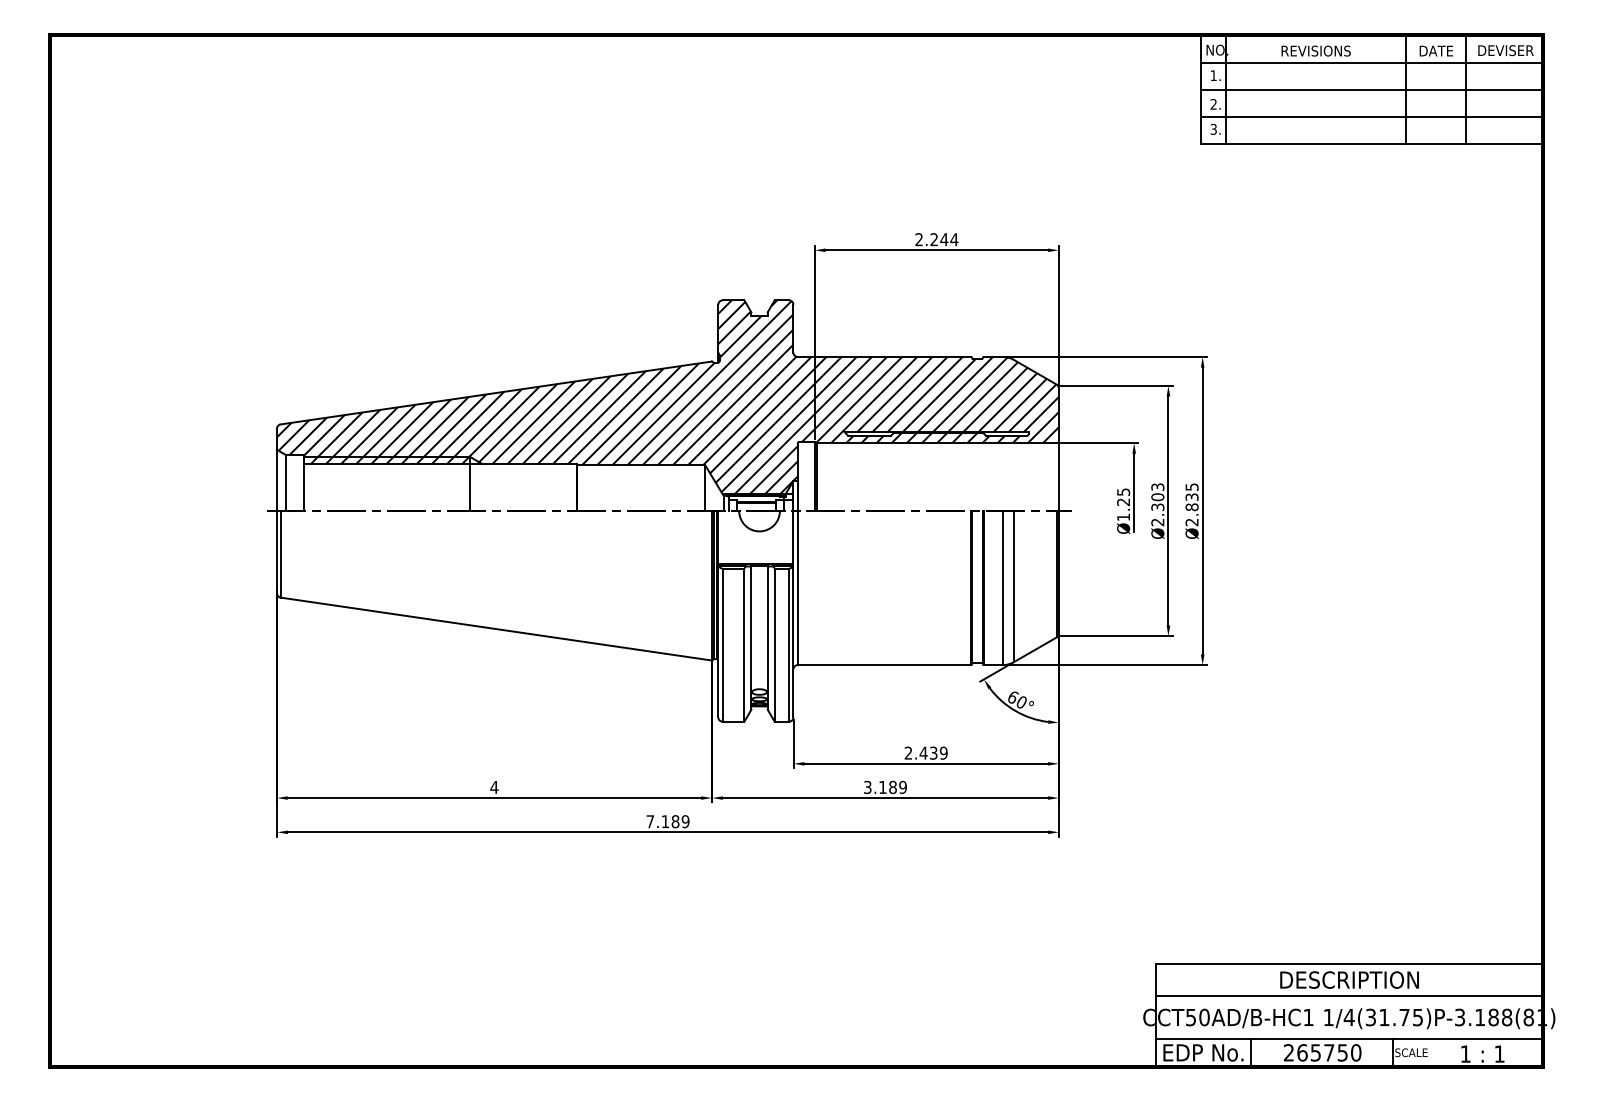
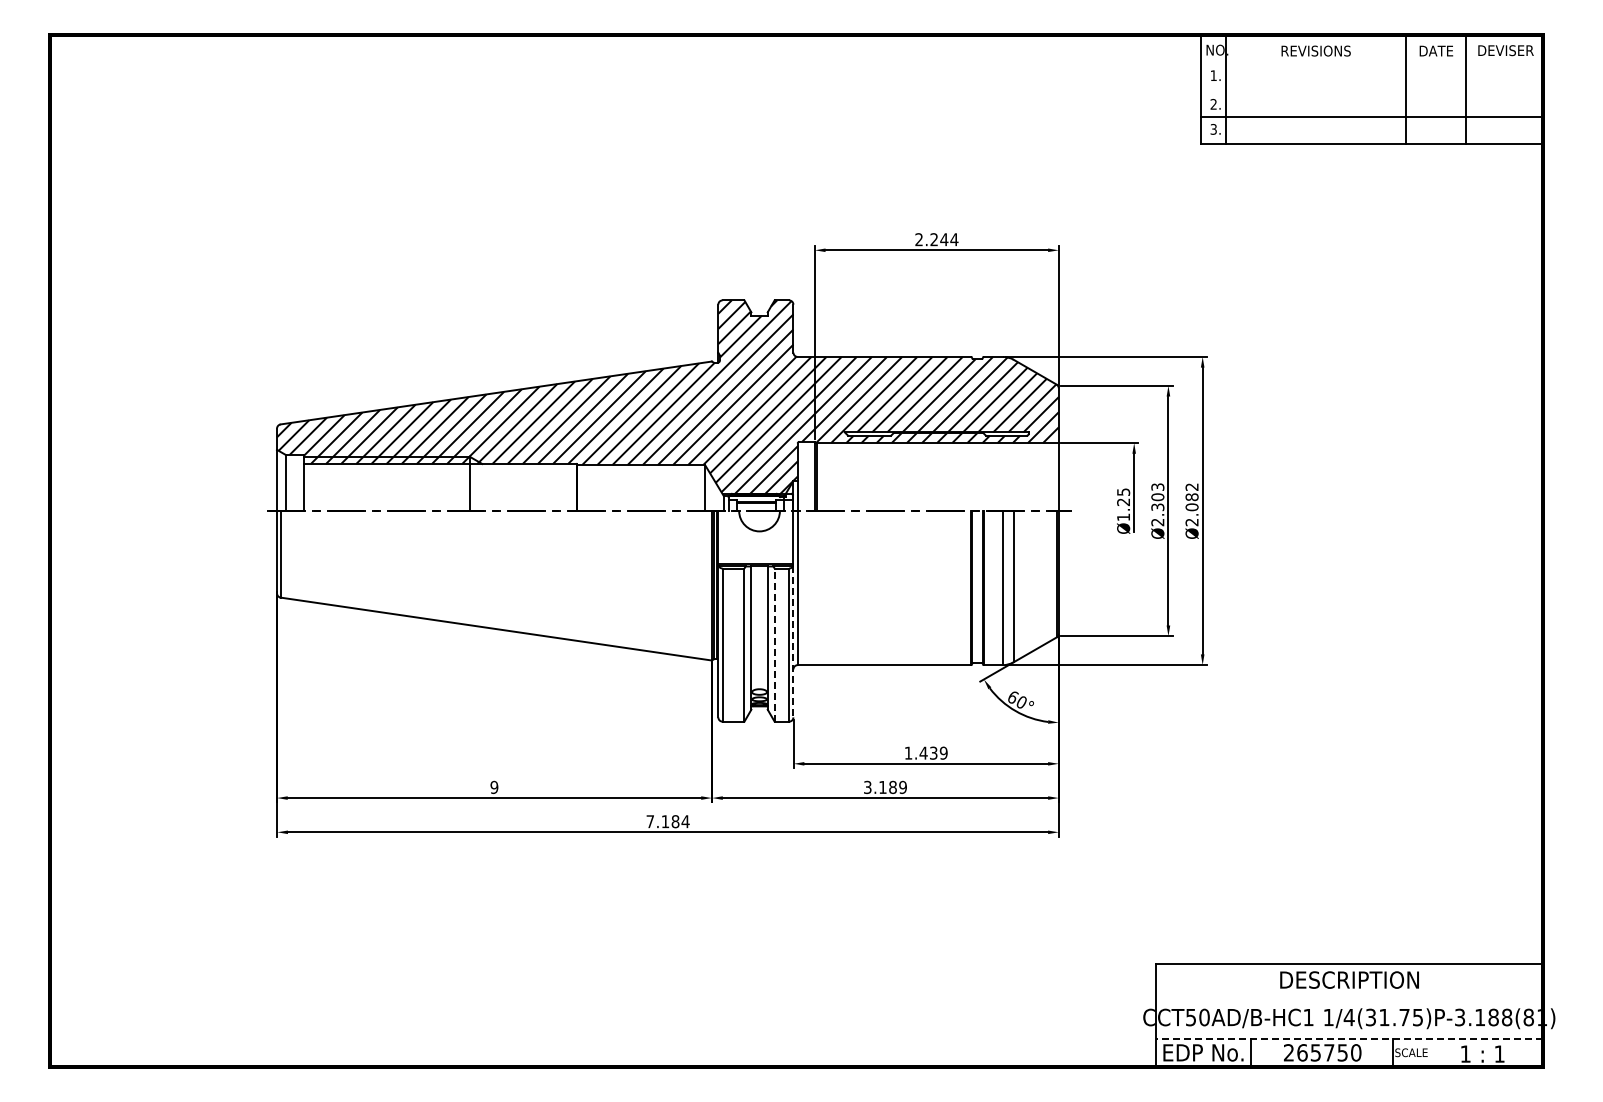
line at (1371, 62): present -> none
line at (1371, 90): present -> none
text at (1191, 497): Ø2.835 -> Ø2.082
line at (793, 642): solid -> dashed
line at (774, 645): solid -> dashed
text at (908, 752): 2.439 -> 1.439
text at (494, 787): 4 -> 9
text at (685, 821): 7.189 -> 7.184
line at (1349, 996): present -> none
line at (1349, 1038): solid -> dashed
